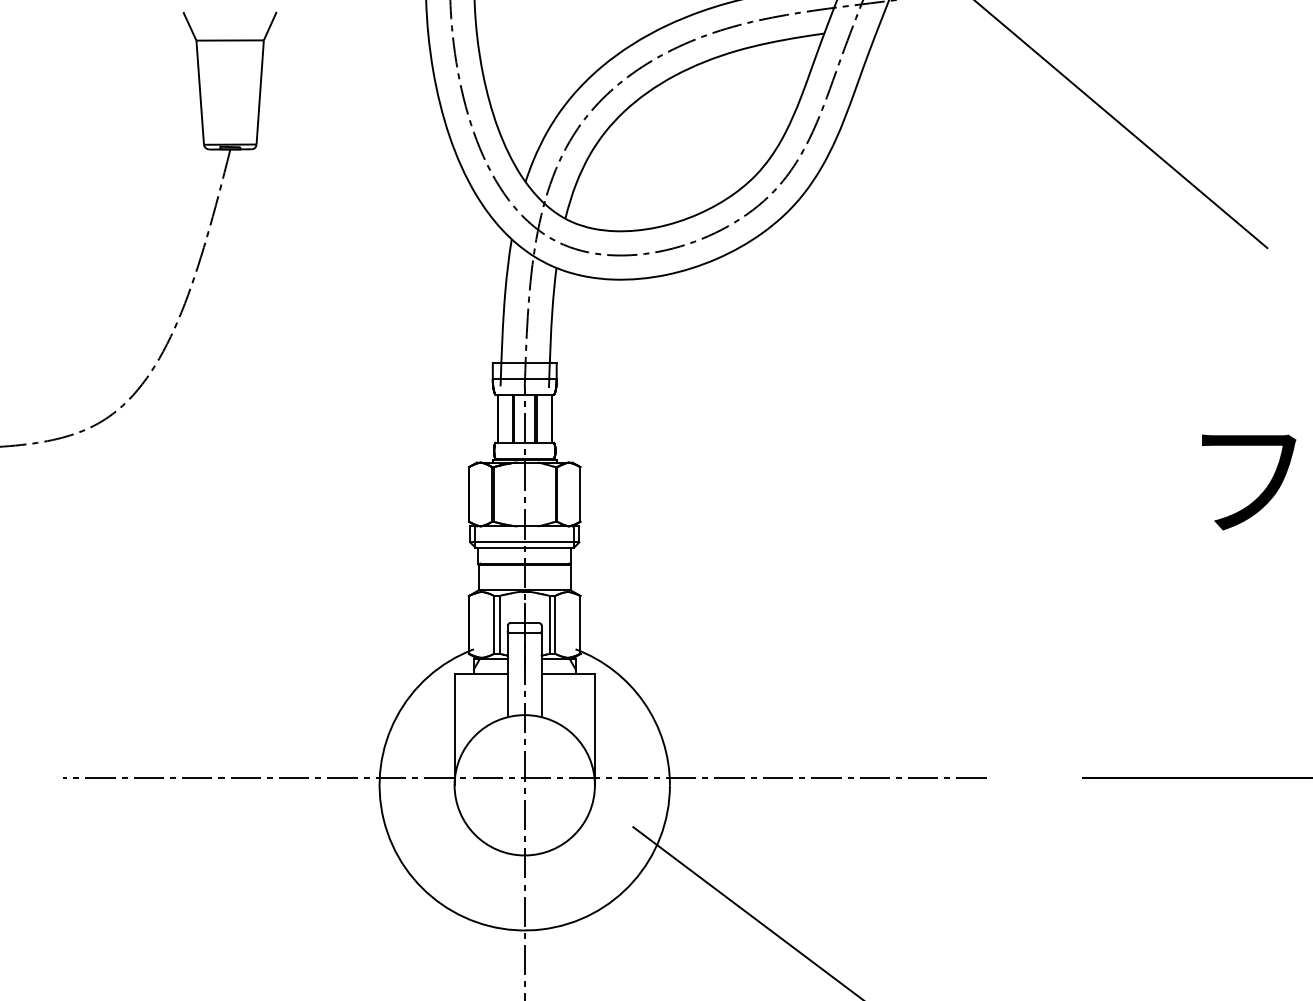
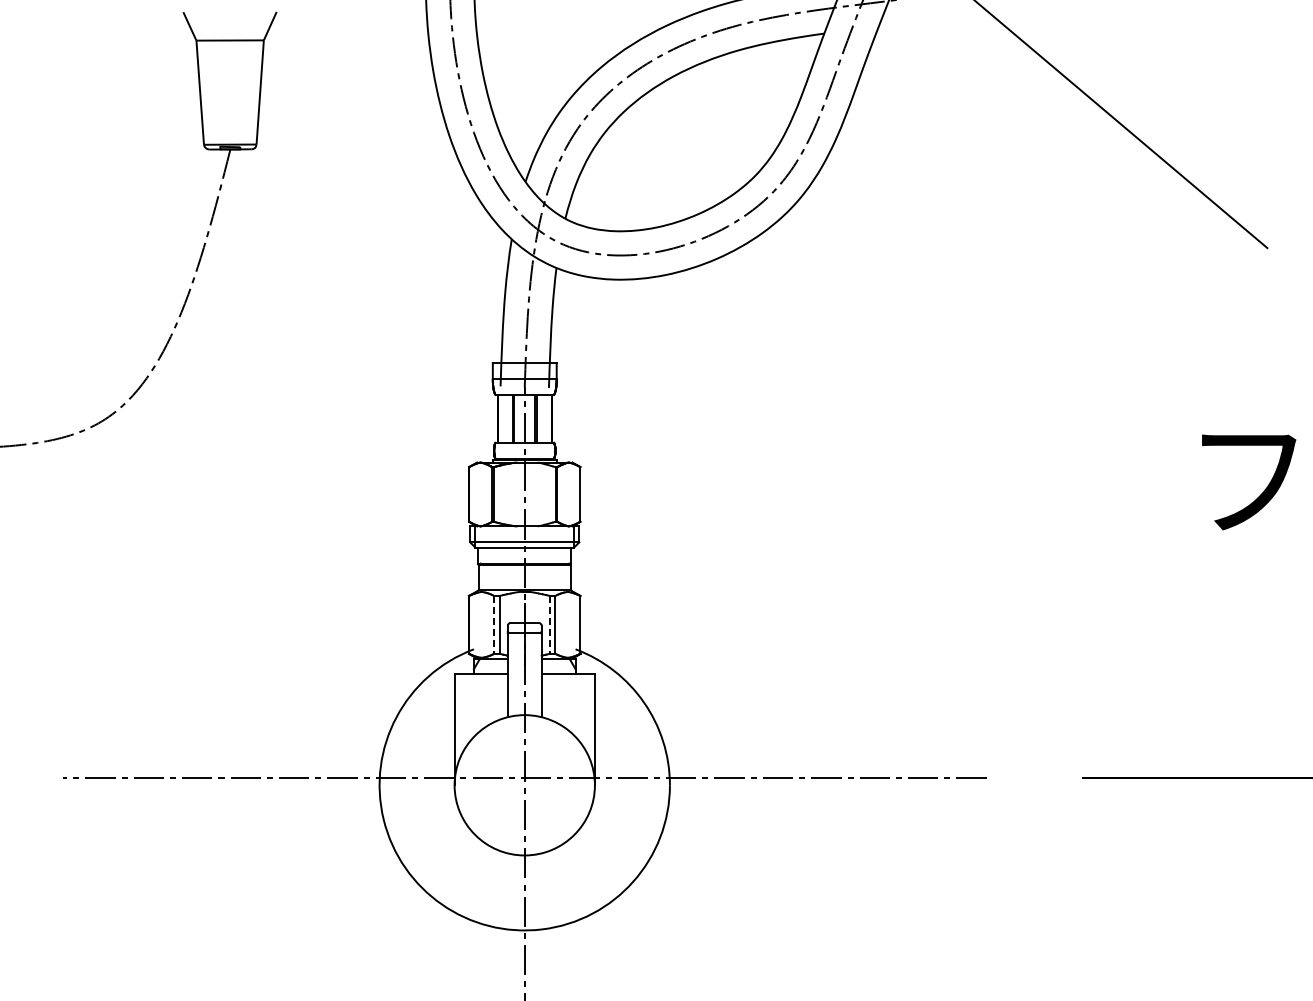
line at (494, 624): solid -> dashed
line at (549, 624): solid -> dashed
line at (746, 912): present -> none
